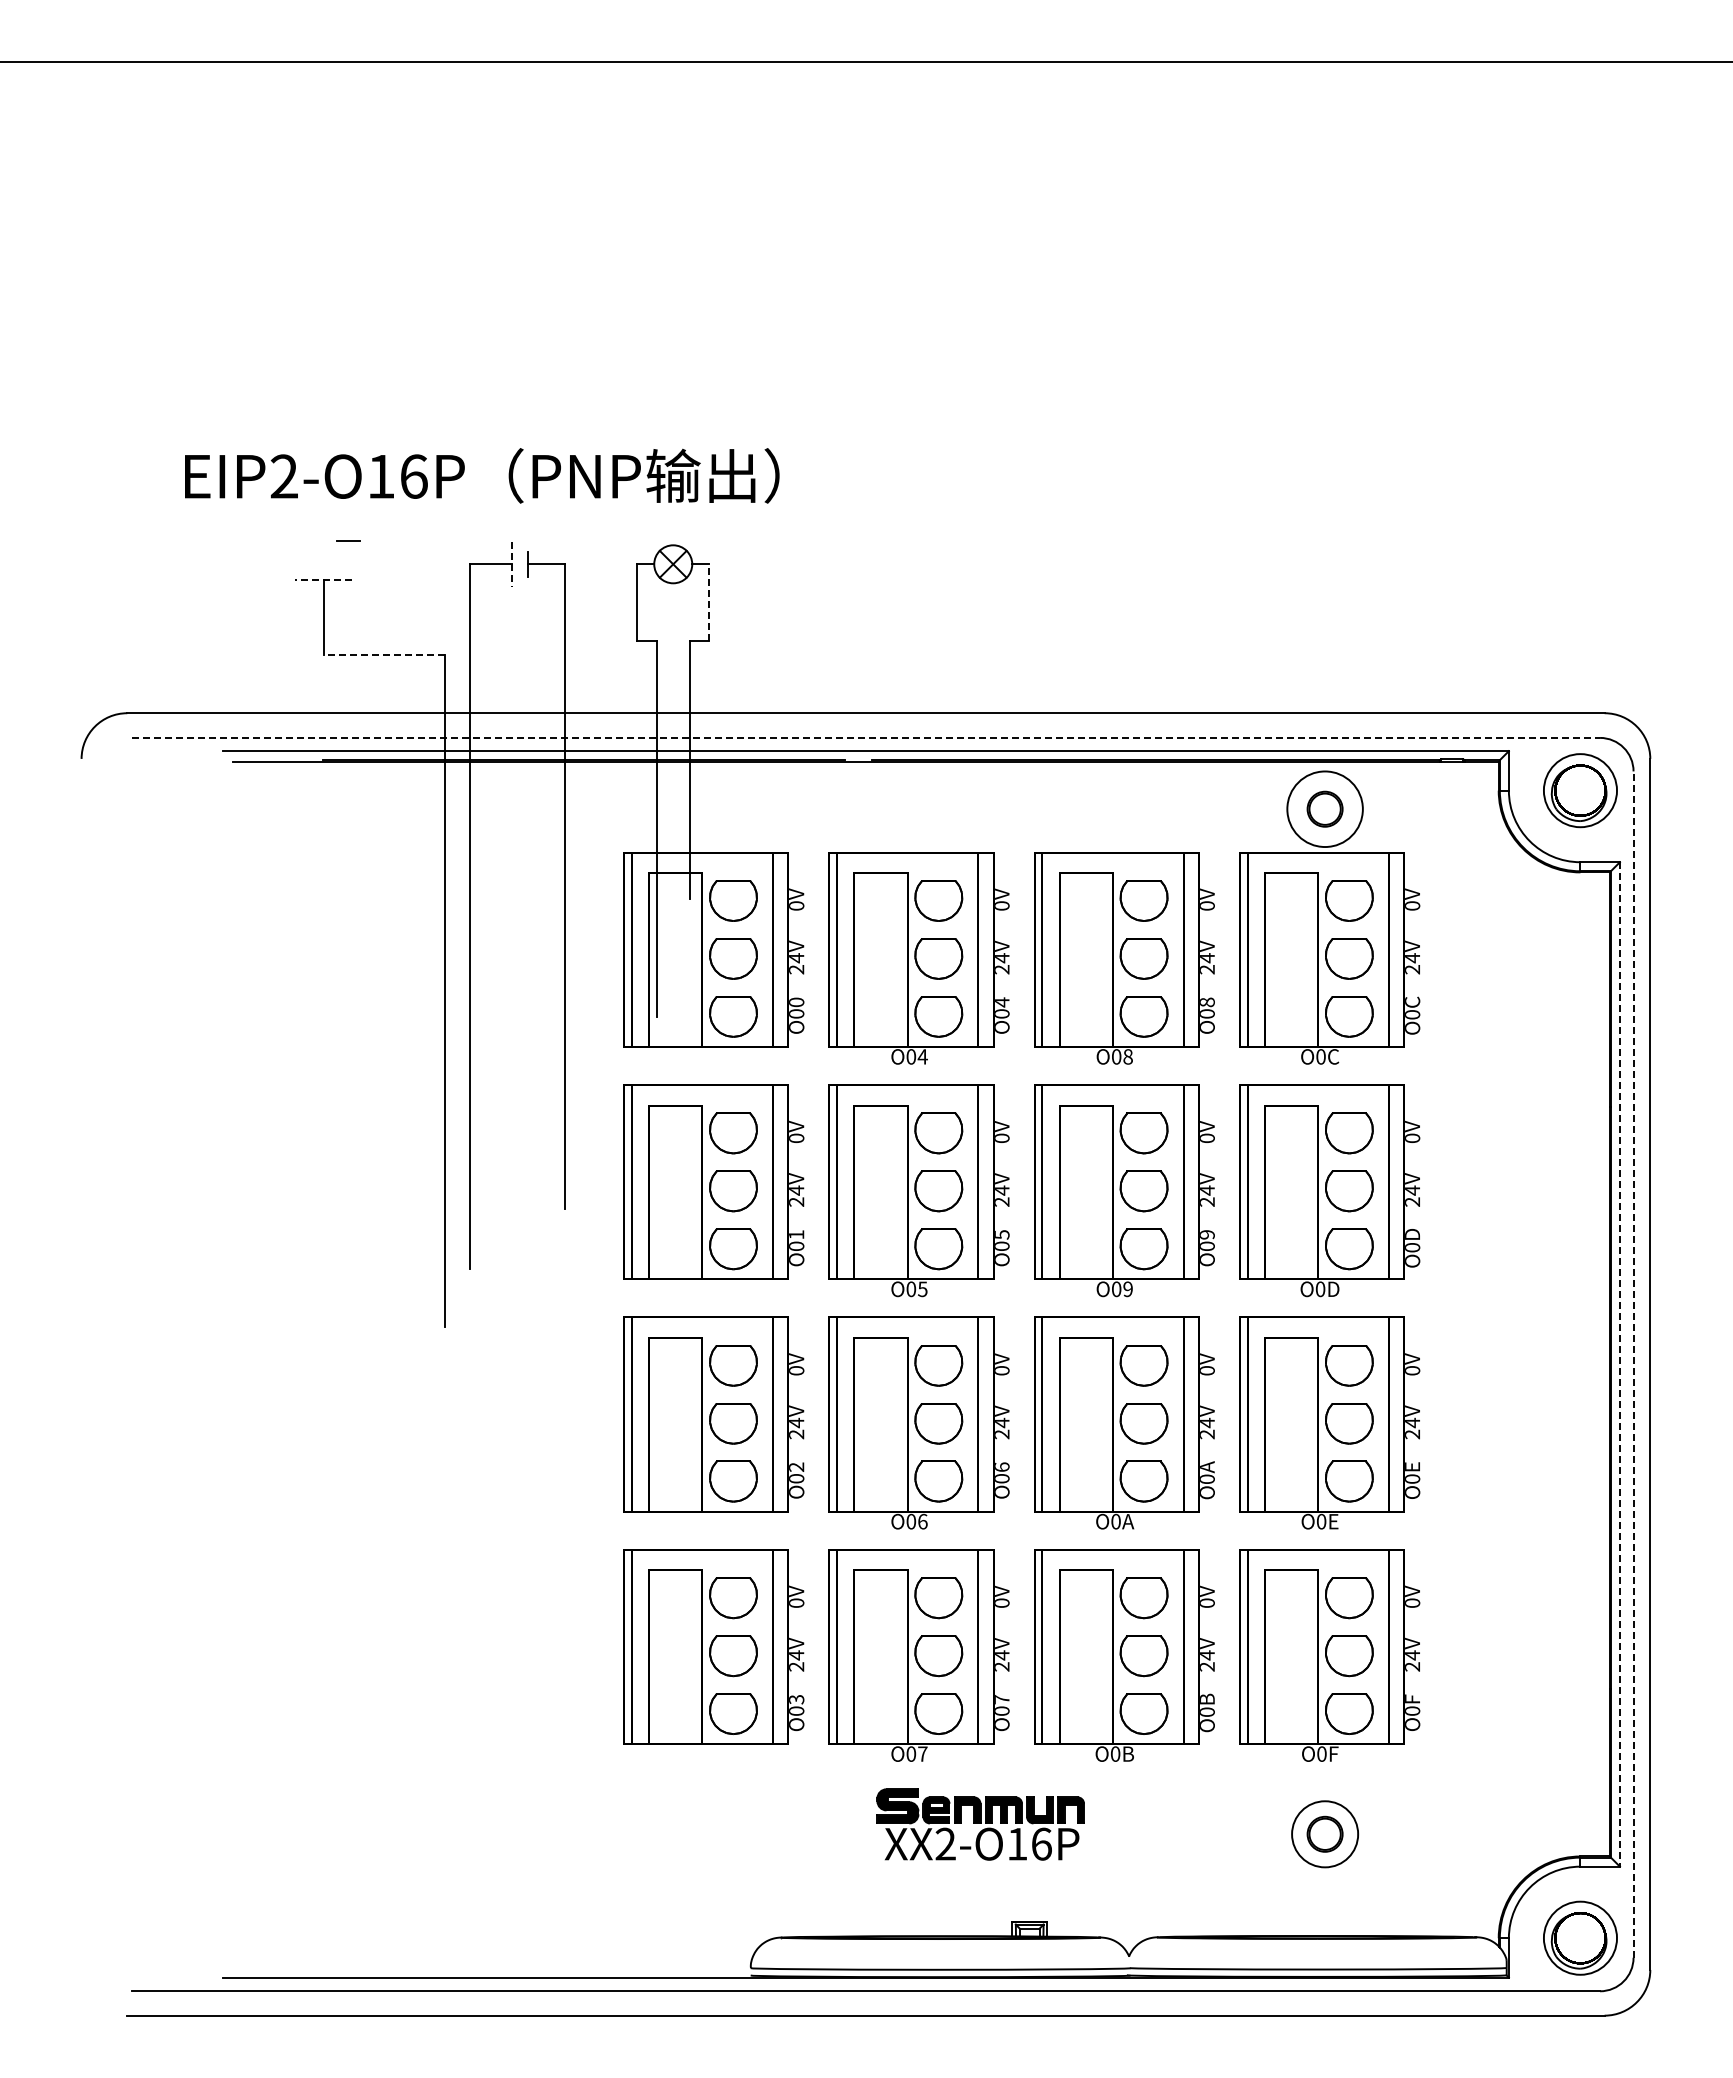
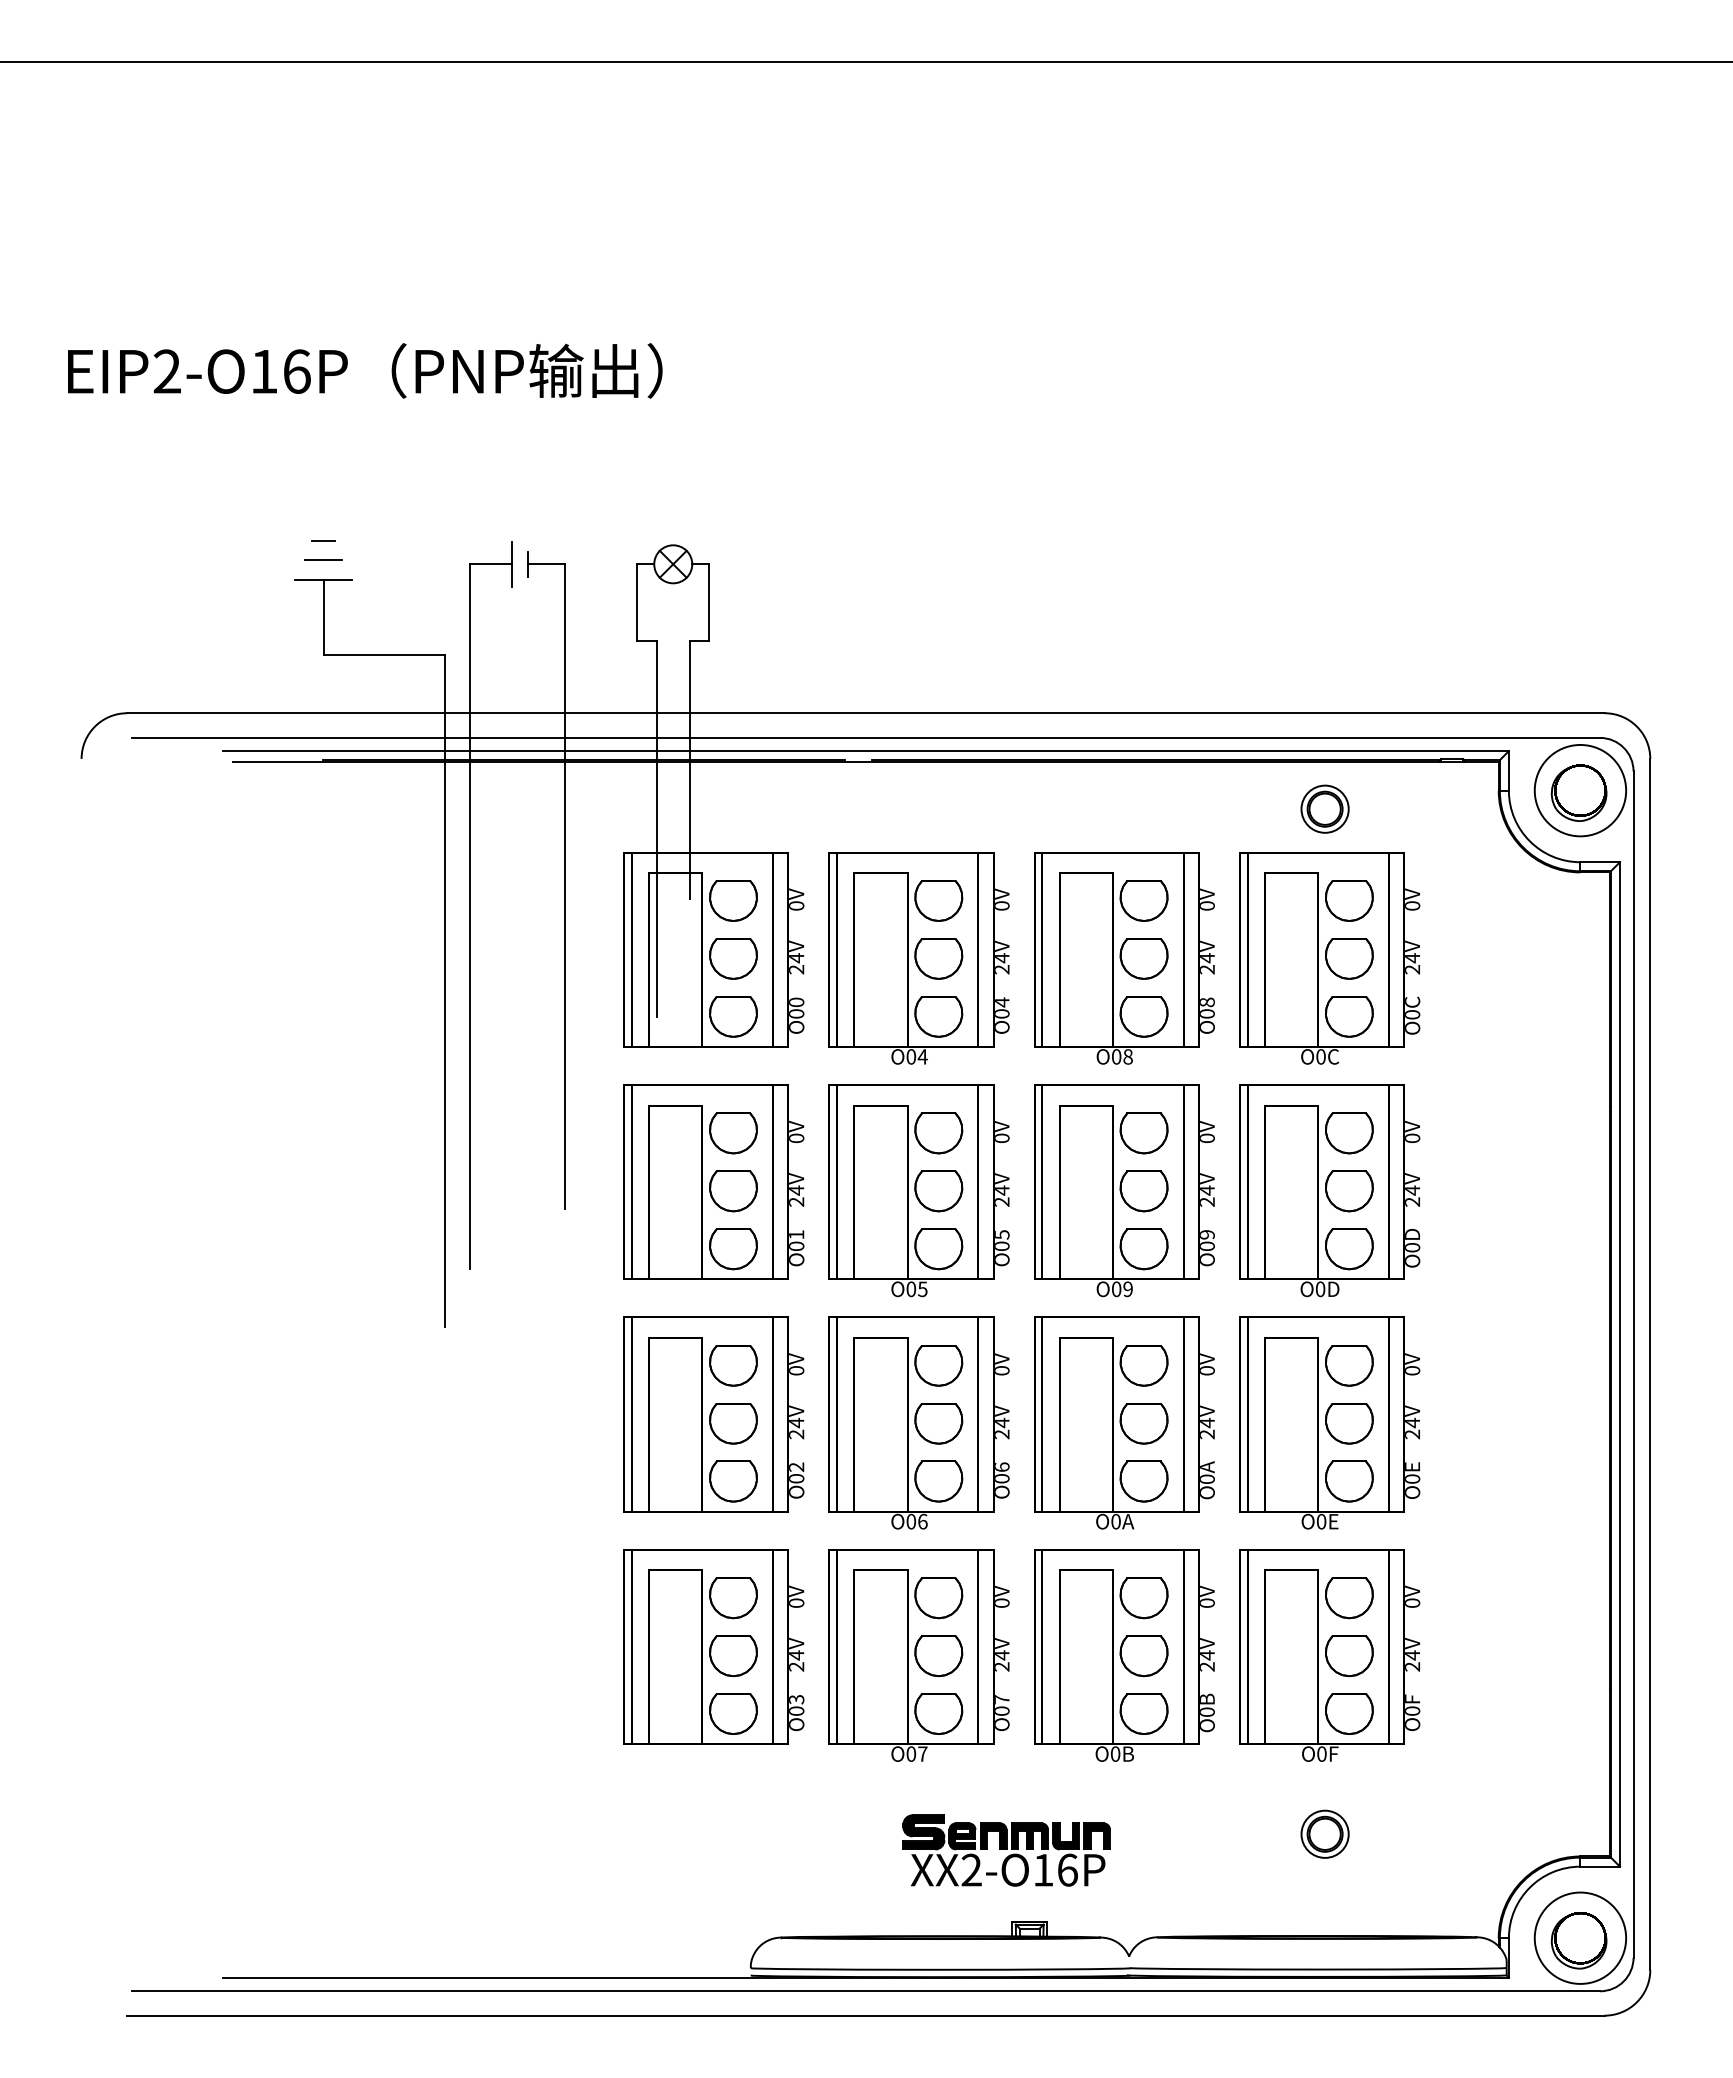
text at (482, 475) position: (482, 475) -> (365, 370)
line at (348, 540) position: (348, 540) -> (323, 540)
line at (323, 560): none -> present
line at (512, 564): dashed -> solid
line at (323, 579): dashed -> solid
line at (709, 601): dashed -> solid
line at (384, 654): dashed -> solid
line at (866, 737): dashed -> solid
circle at (1580, 790) diameter: 73 px -> 91 px
circle at (1324, 809) diameter: 76 px -> 47 px
line at (1619, 1364): dashed -> solid
line at (1633, 1364): dashed -> solid
part at (980, 1824) position: (980, 1824) -> (1006, 1850)
circle at (1325, 1834) diameter: 66 px -> 47 px
circle at (1580, 1937) diameter: 73 px -> 91 px
